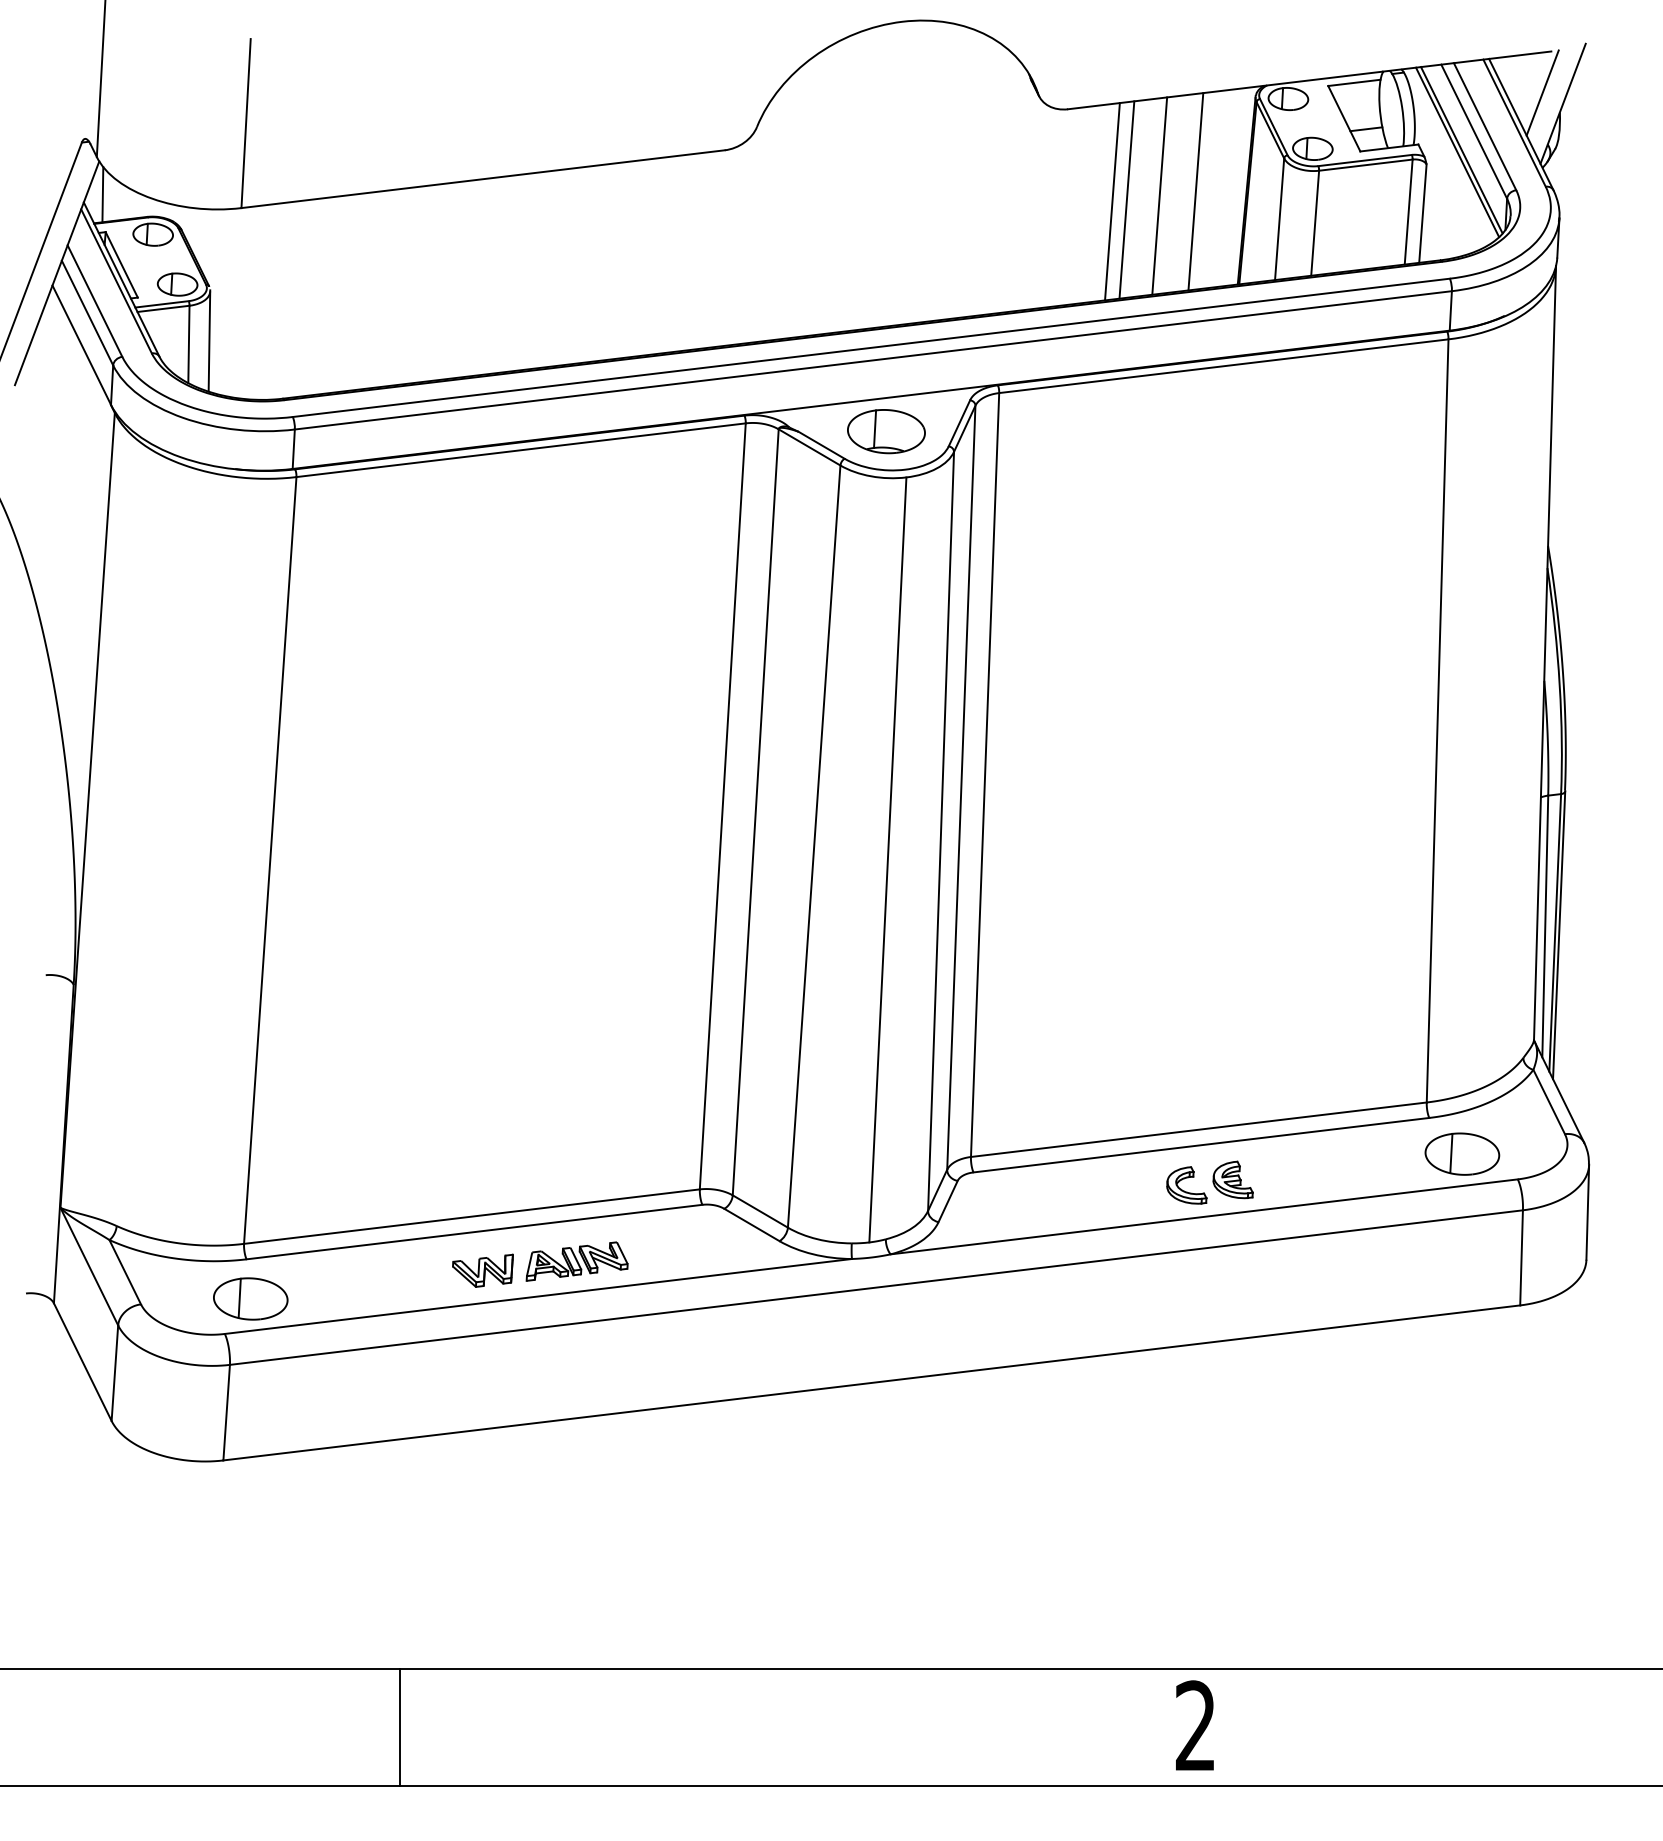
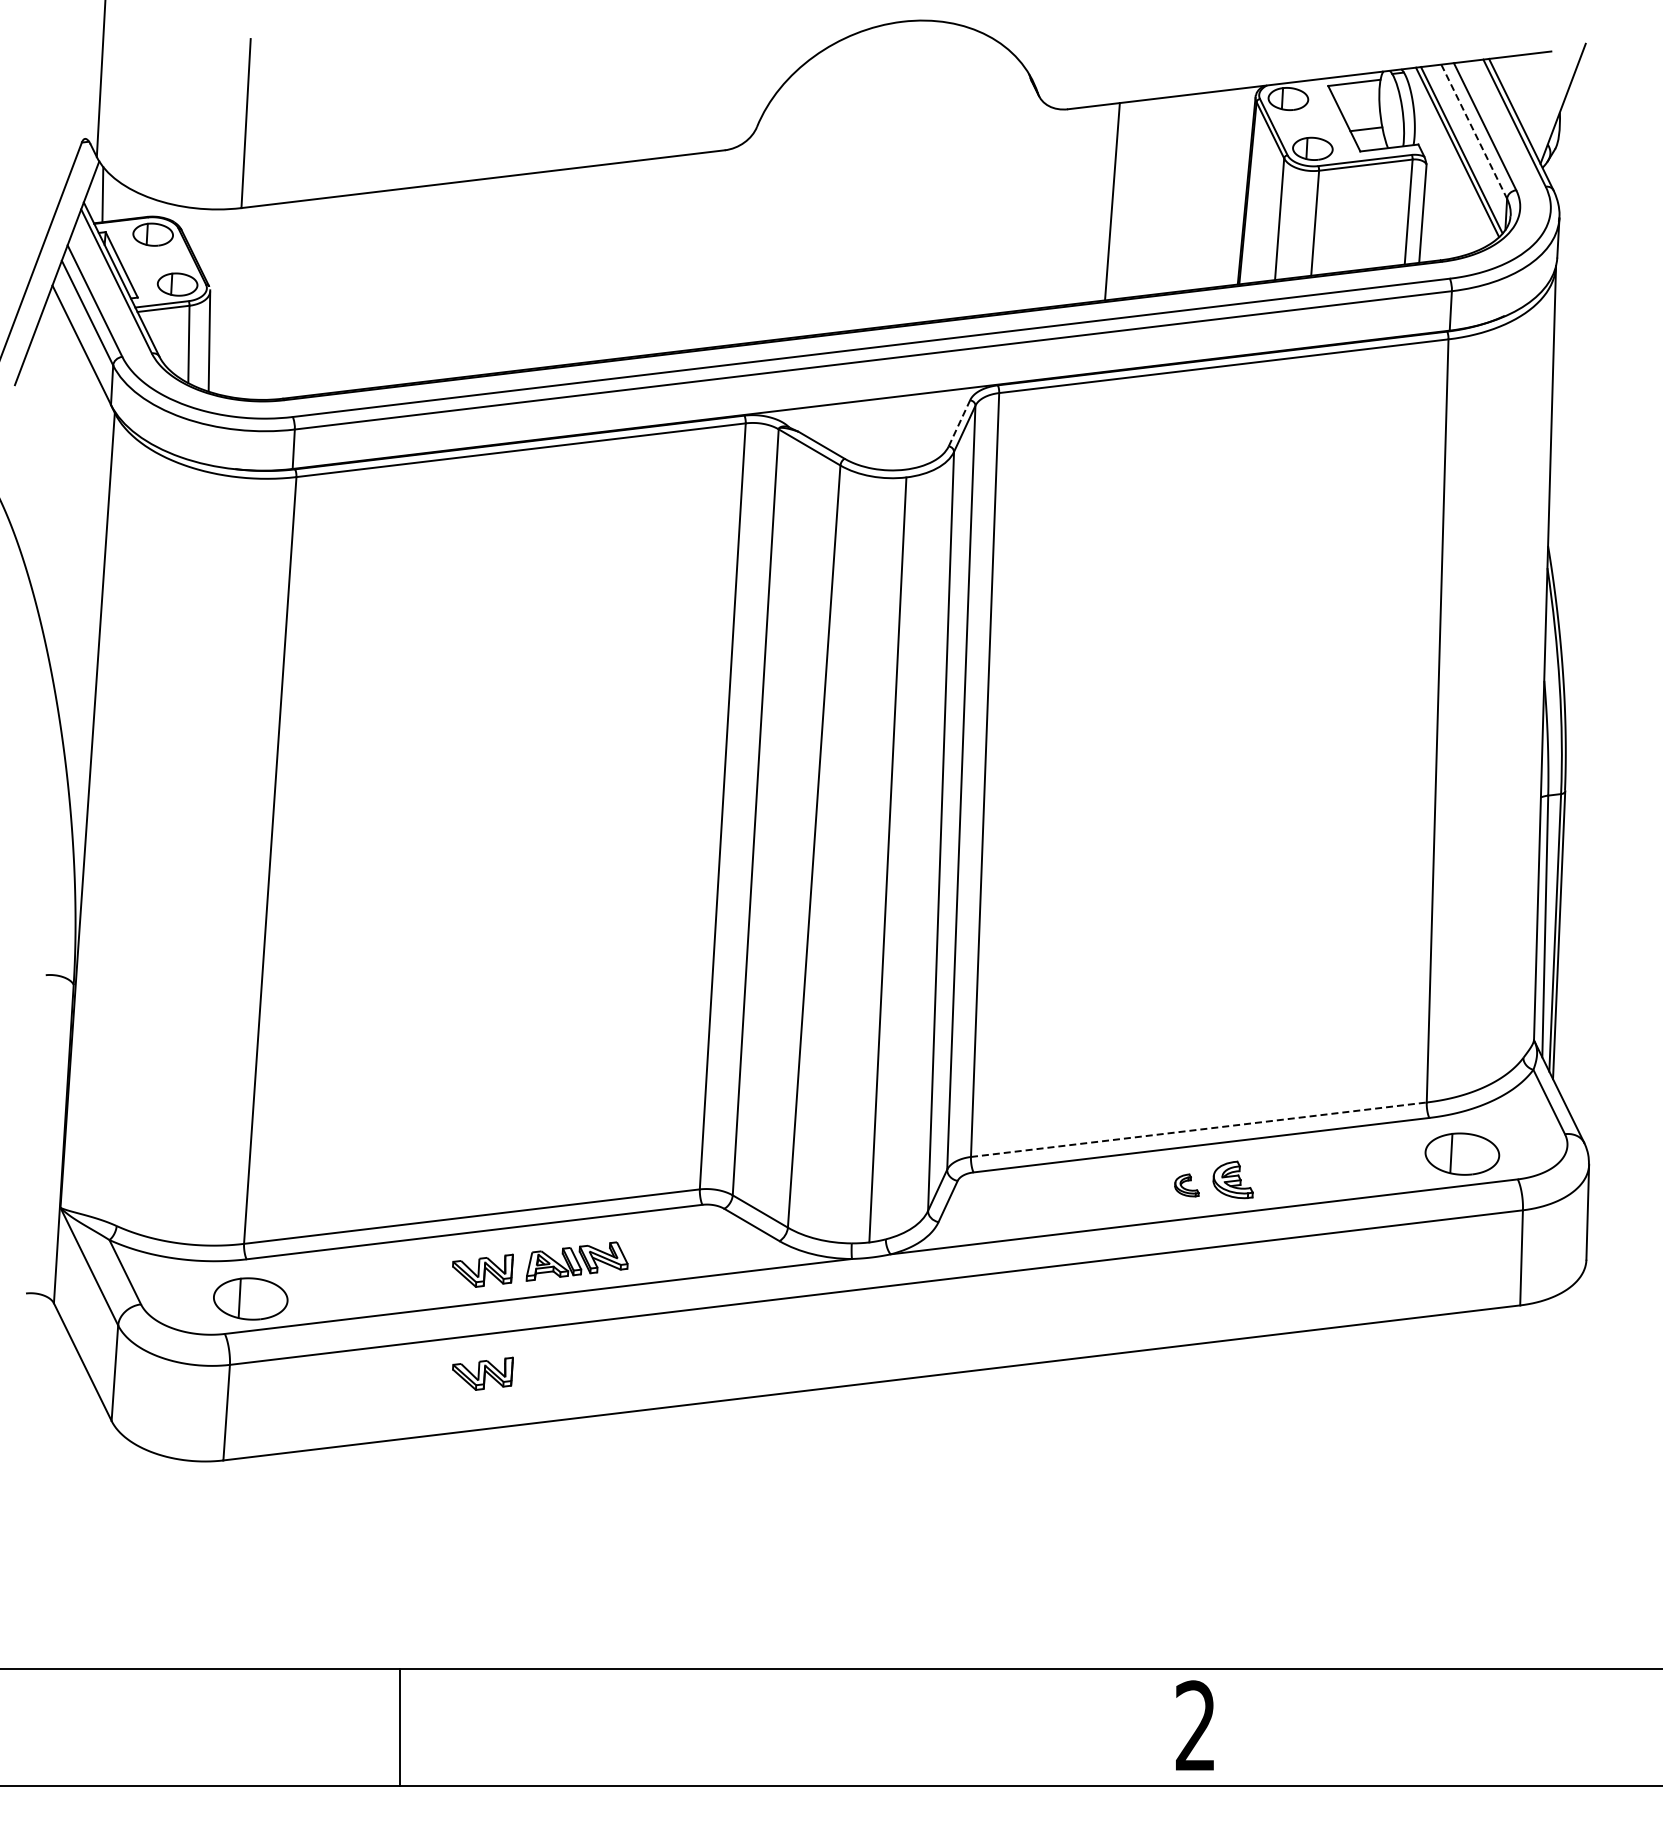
line at (1542, 92): present -> none
line at (1474, 131): solid -> dashed
line at (1195, 191): present -> none
line at (1159, 195): present -> none
line at (1126, 199): present -> none
line at (959, 422): solid -> dashed
part at (886, 431): present -> none
line at (1198, 1129): solid -> dashed
part at (1186, 1185) size: 42x39 px -> 26x25 px
part at (482, 1373): none -> present
